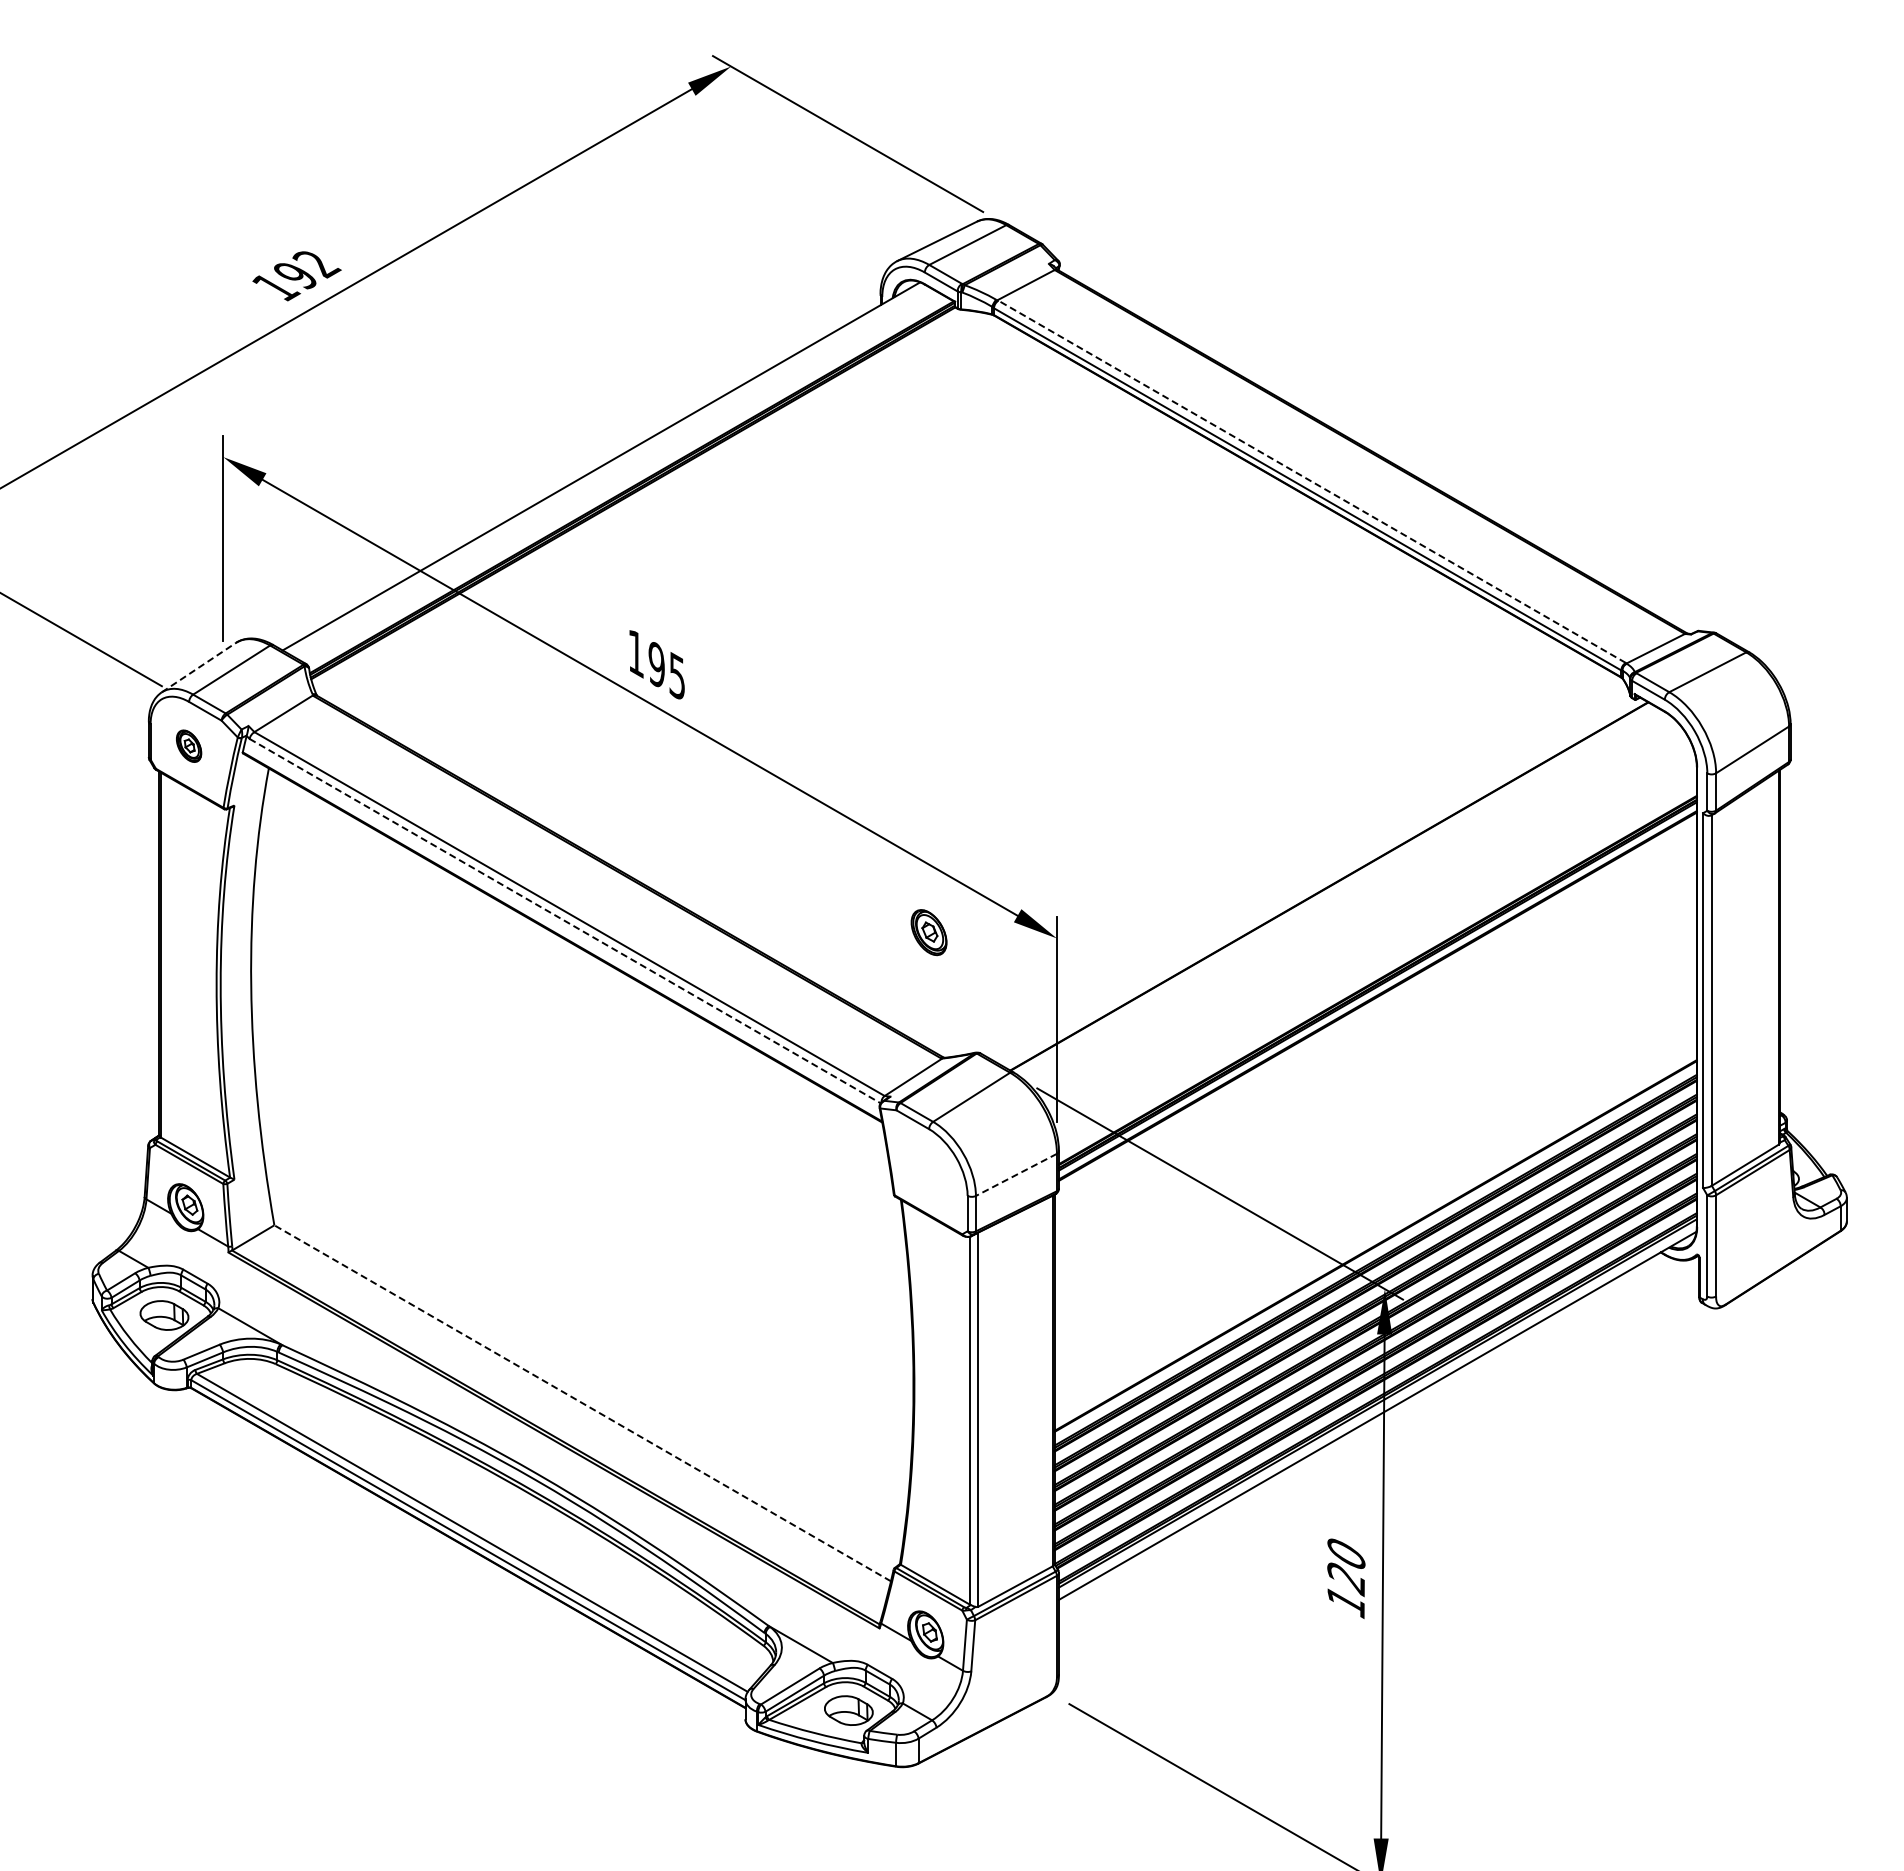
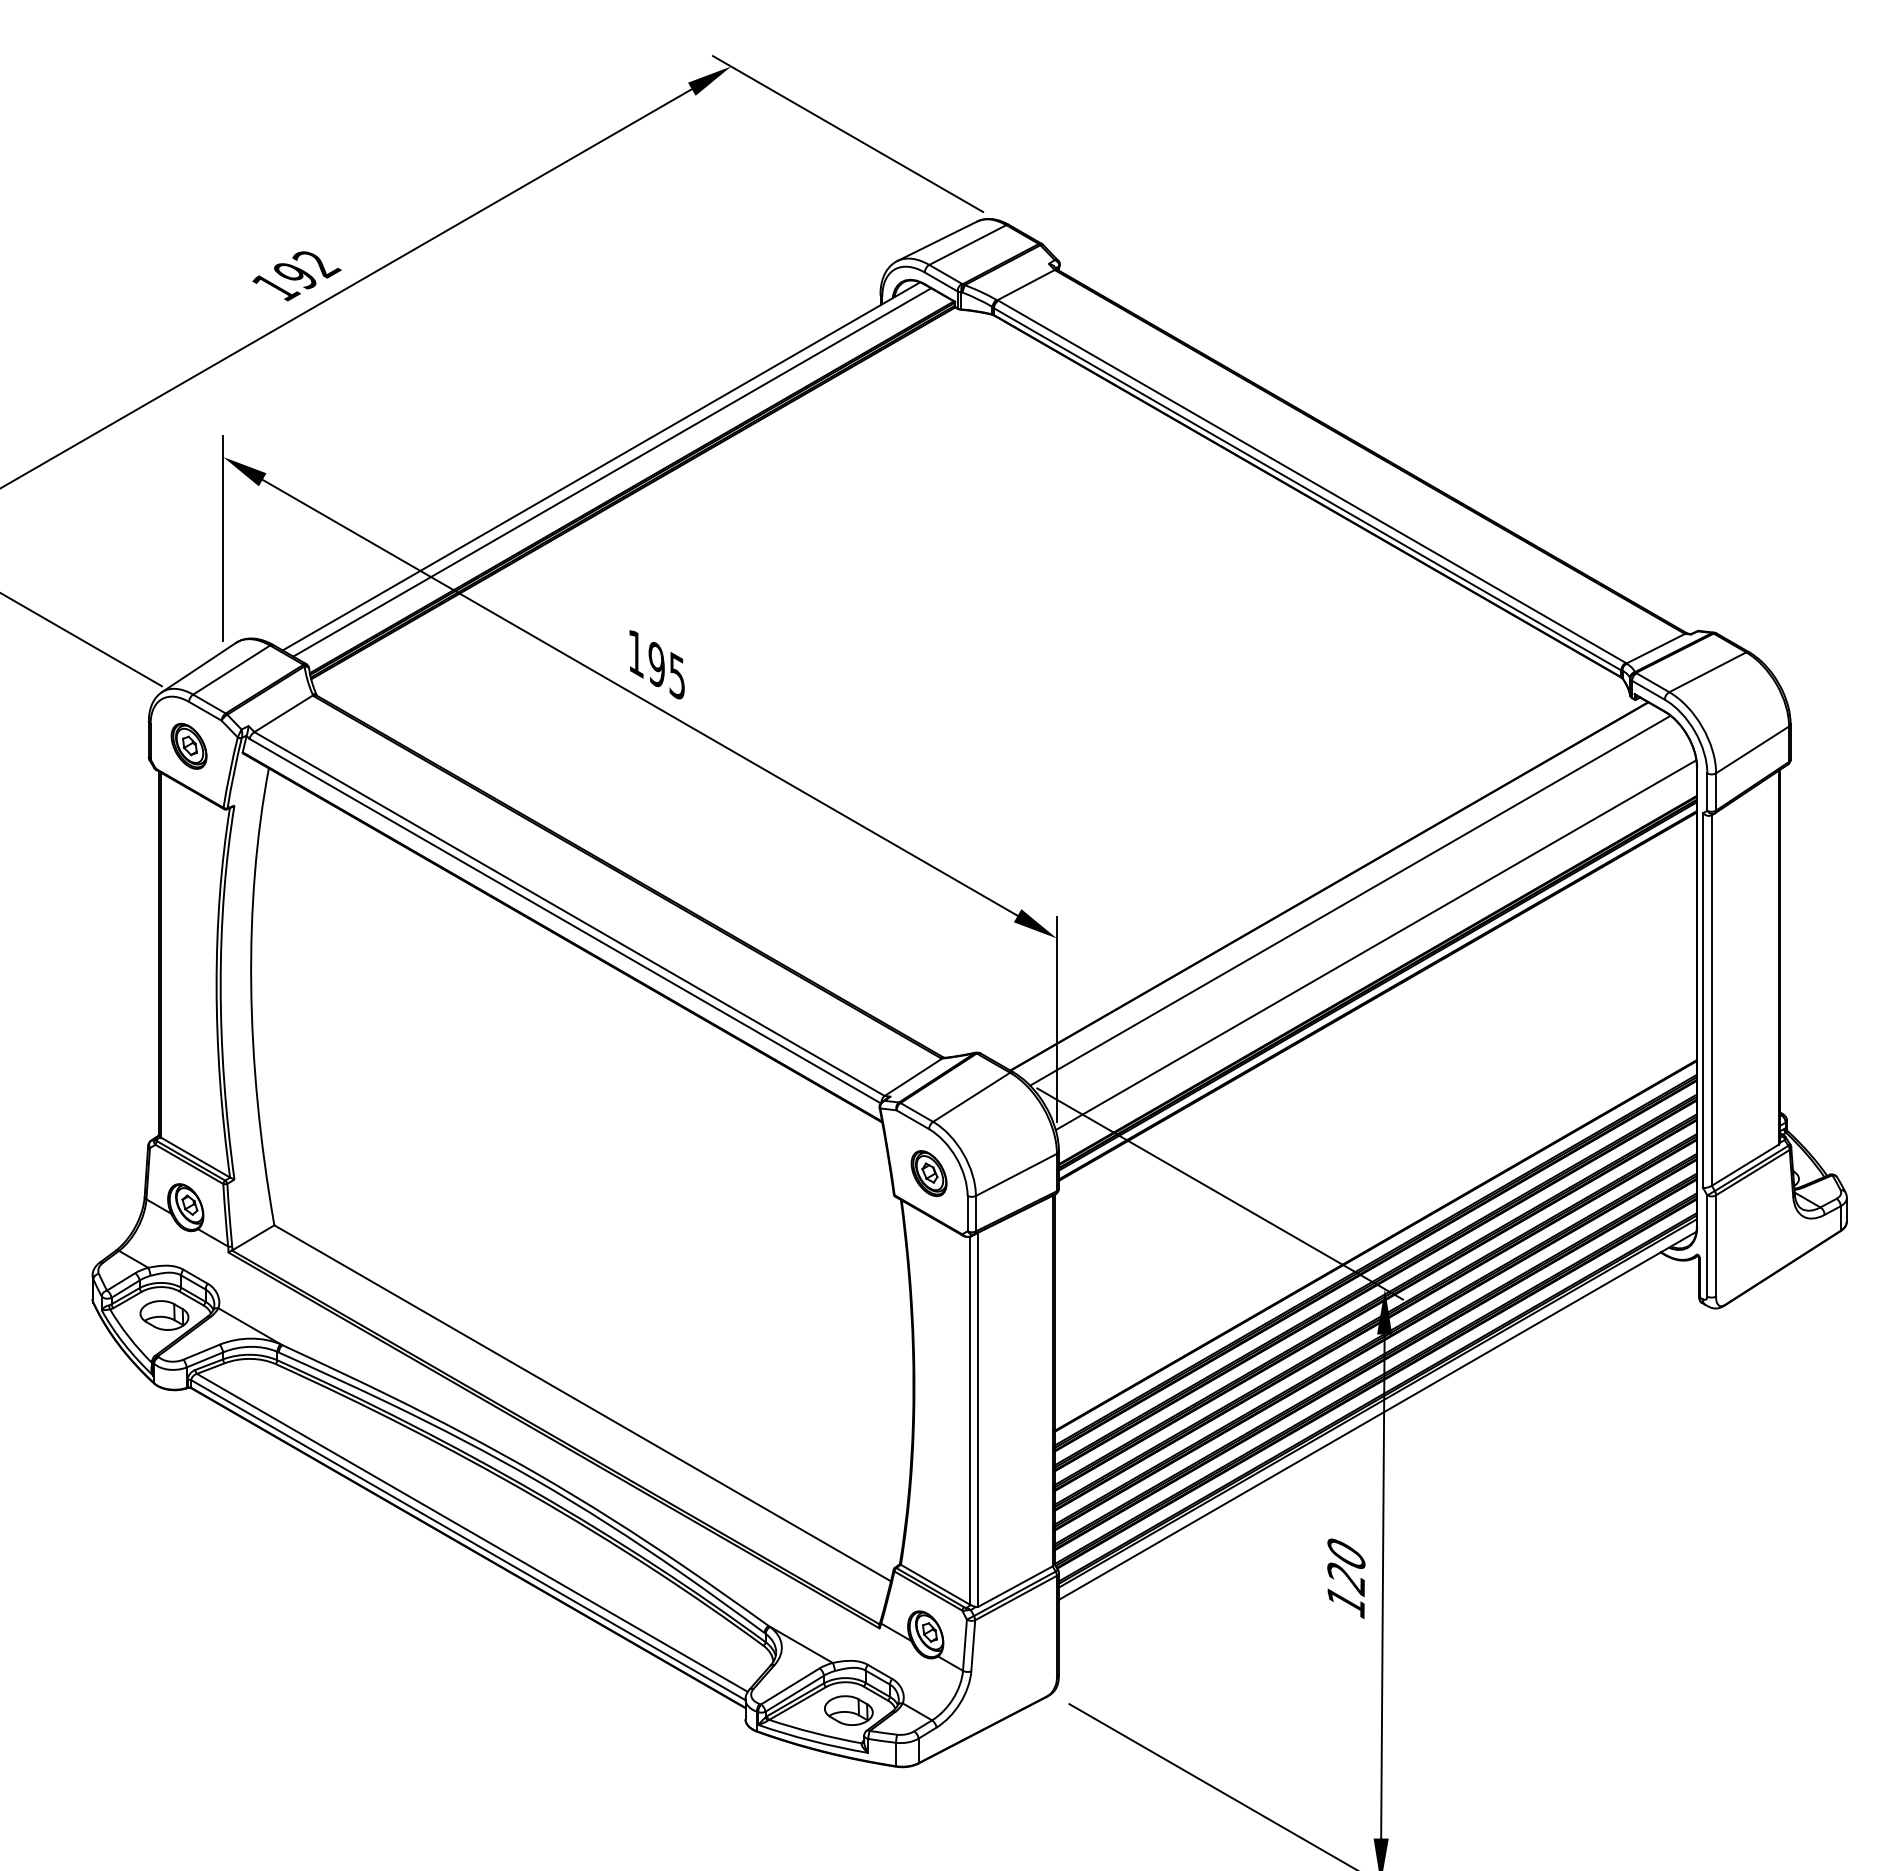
line at (612, 472): none -> present
line at (1311, 481): dashed -> solid
line at (199, 667): dashed -> solid
part at (189, 745) size: 27x34 px -> 38x48 px
line at (1350, 900): none -> present
line at (565, 921): dashed -> solid
part at (928, 932) position: (928, 932) -> (928, 1173)
line at (1375, 945): none -> present
line at (1016, 1174): dashed -> solid
line at (582, 1403): dashed -> solid
